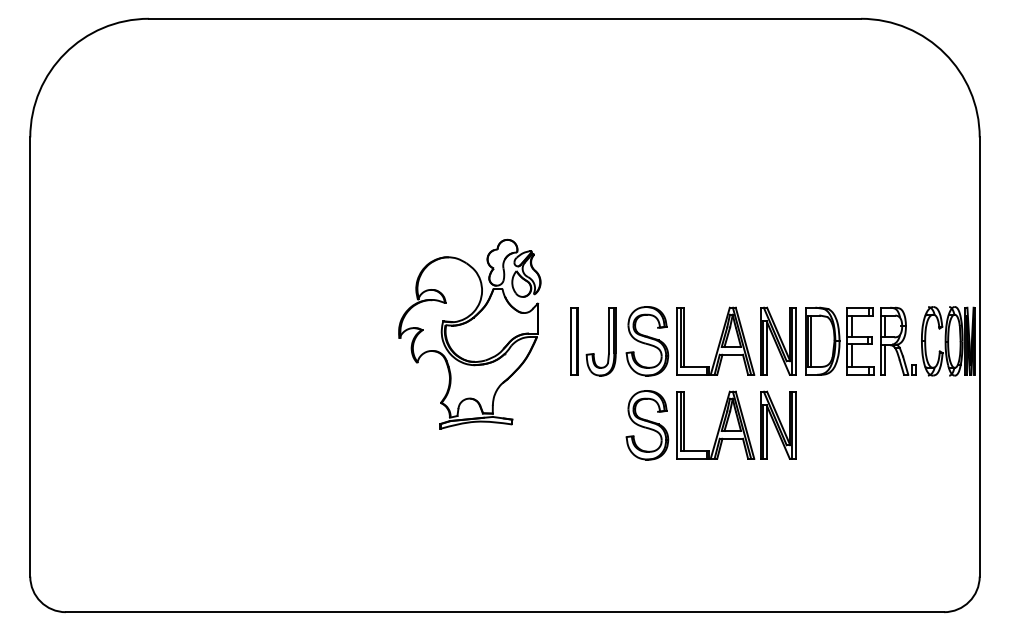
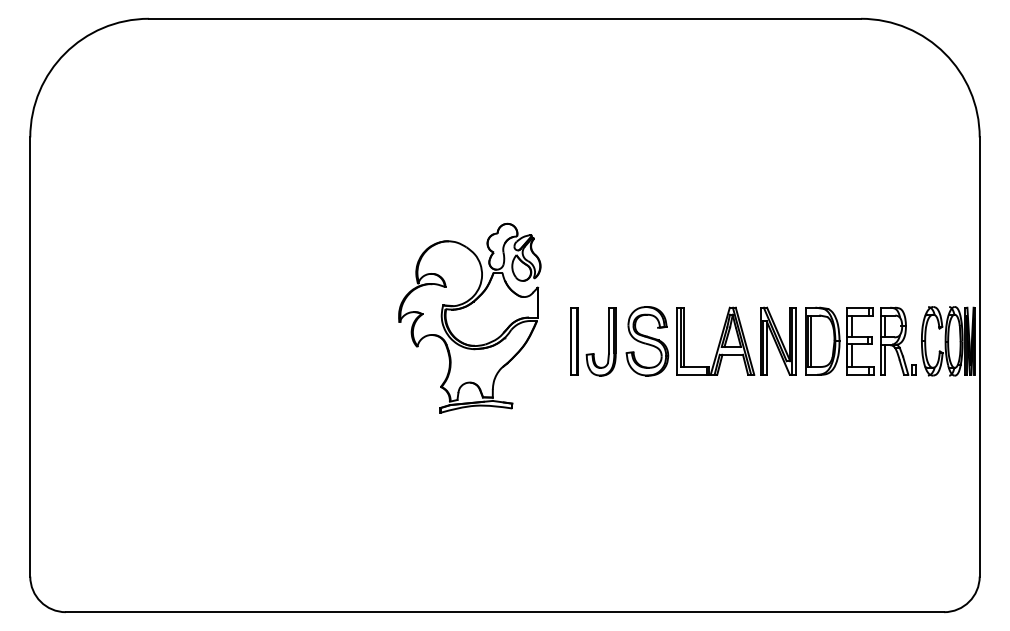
part at (469, 333) position: (469, 333) -> (469, 317)
part at (718, 427): present -> none
